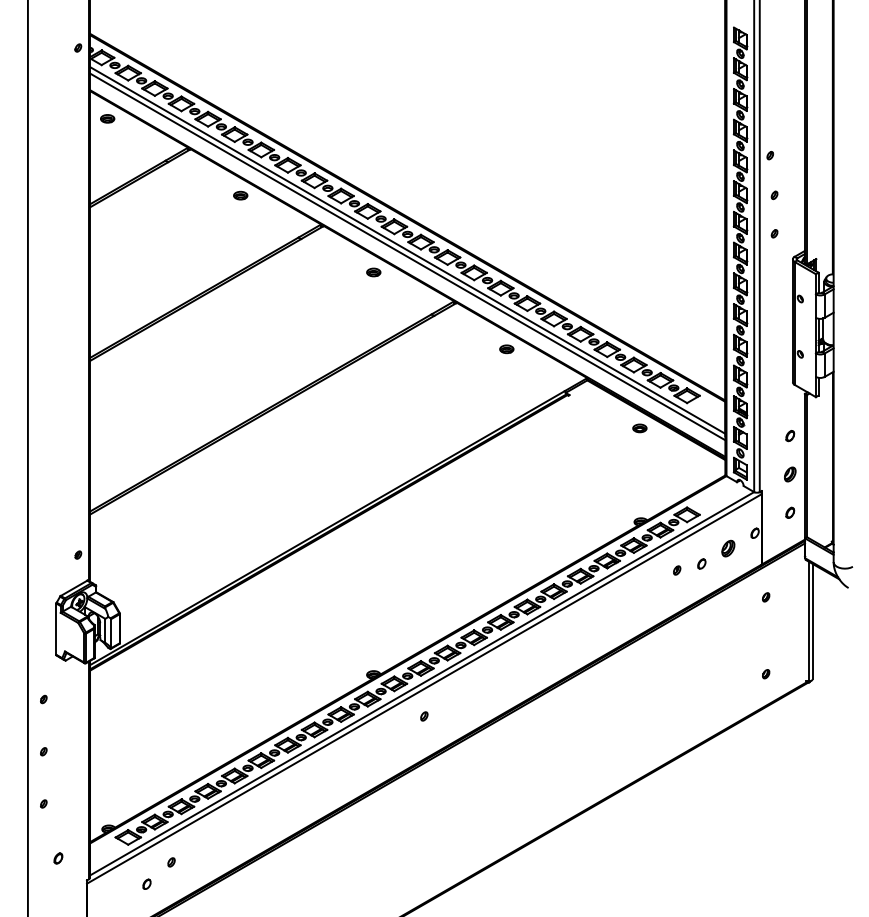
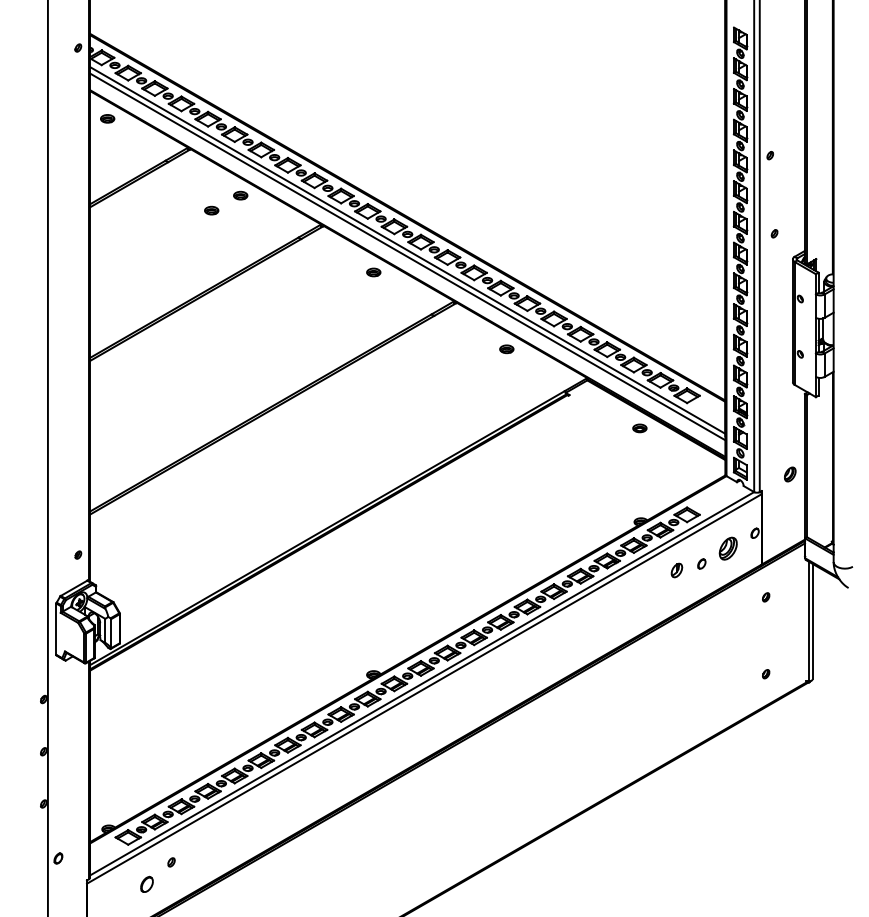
part at (774, 195): present -> none
part at (211, 210): none -> present
part at (790, 436): present -> none
line at (27, 457) position: (27, 457) -> (47, 457)
part at (790, 512): present -> none
part at (728, 548) size: 15x19 px -> 20x25 px
part at (677, 570) size: 9x11 px -> 14x17 px
part at (424, 716): present -> none
part at (146, 883) size: 10x12 px -> 14x18 px
